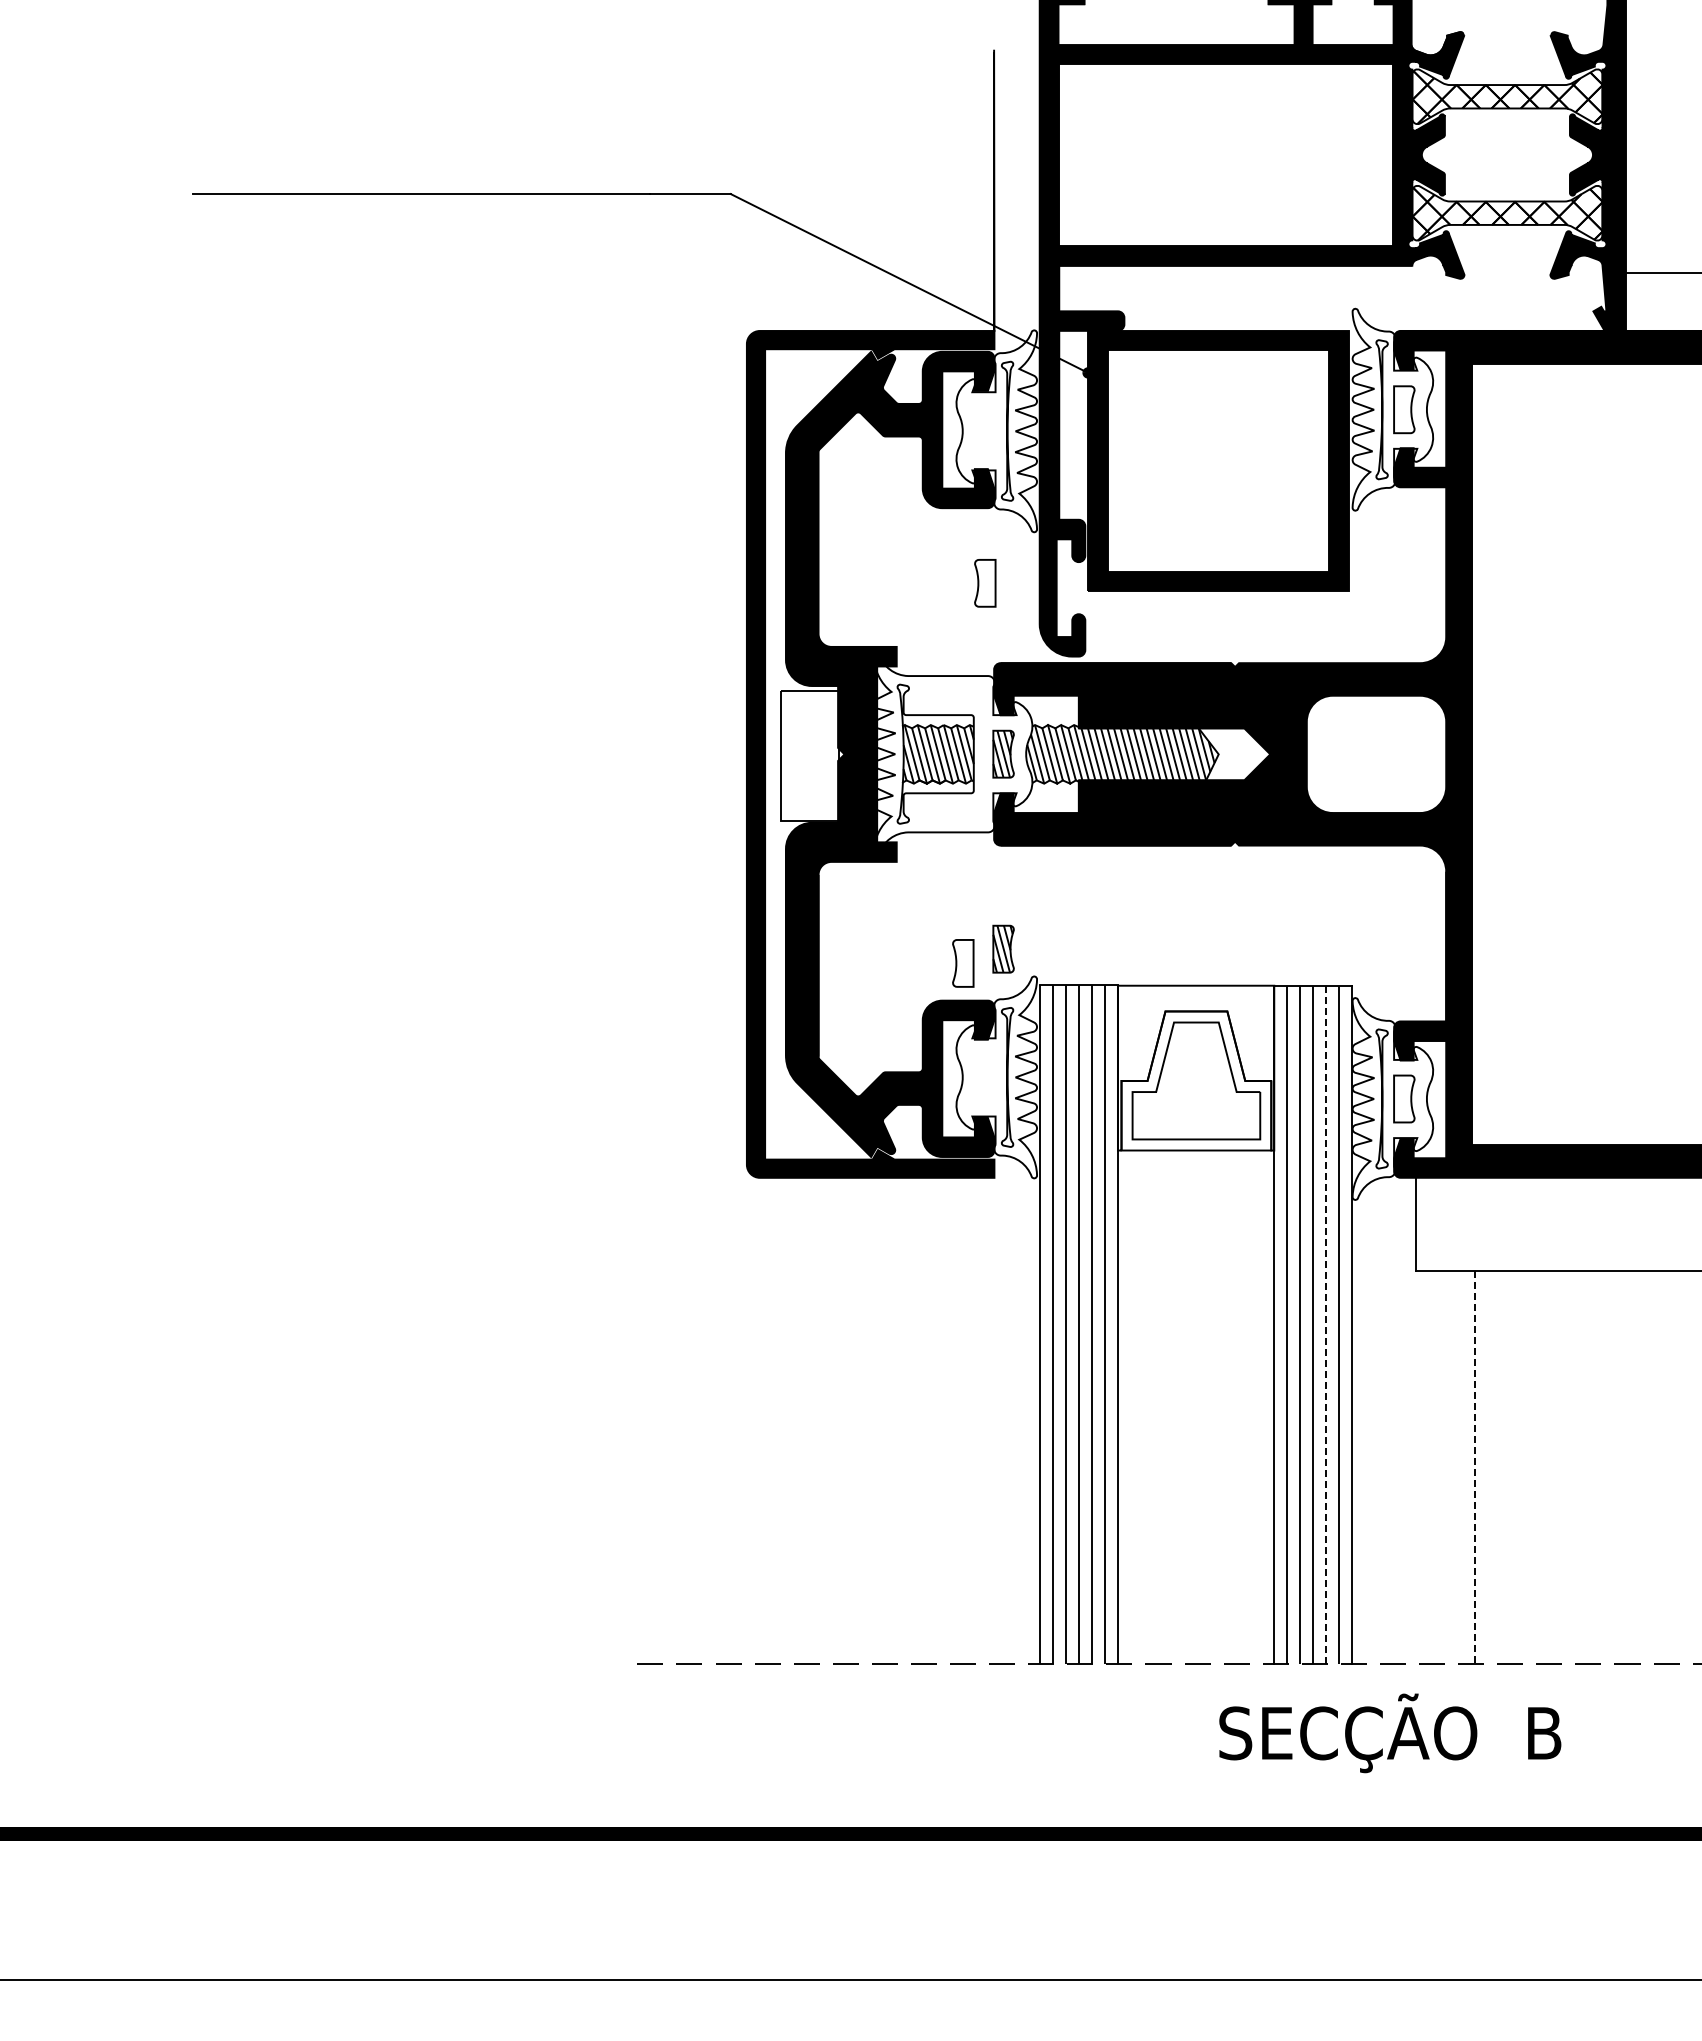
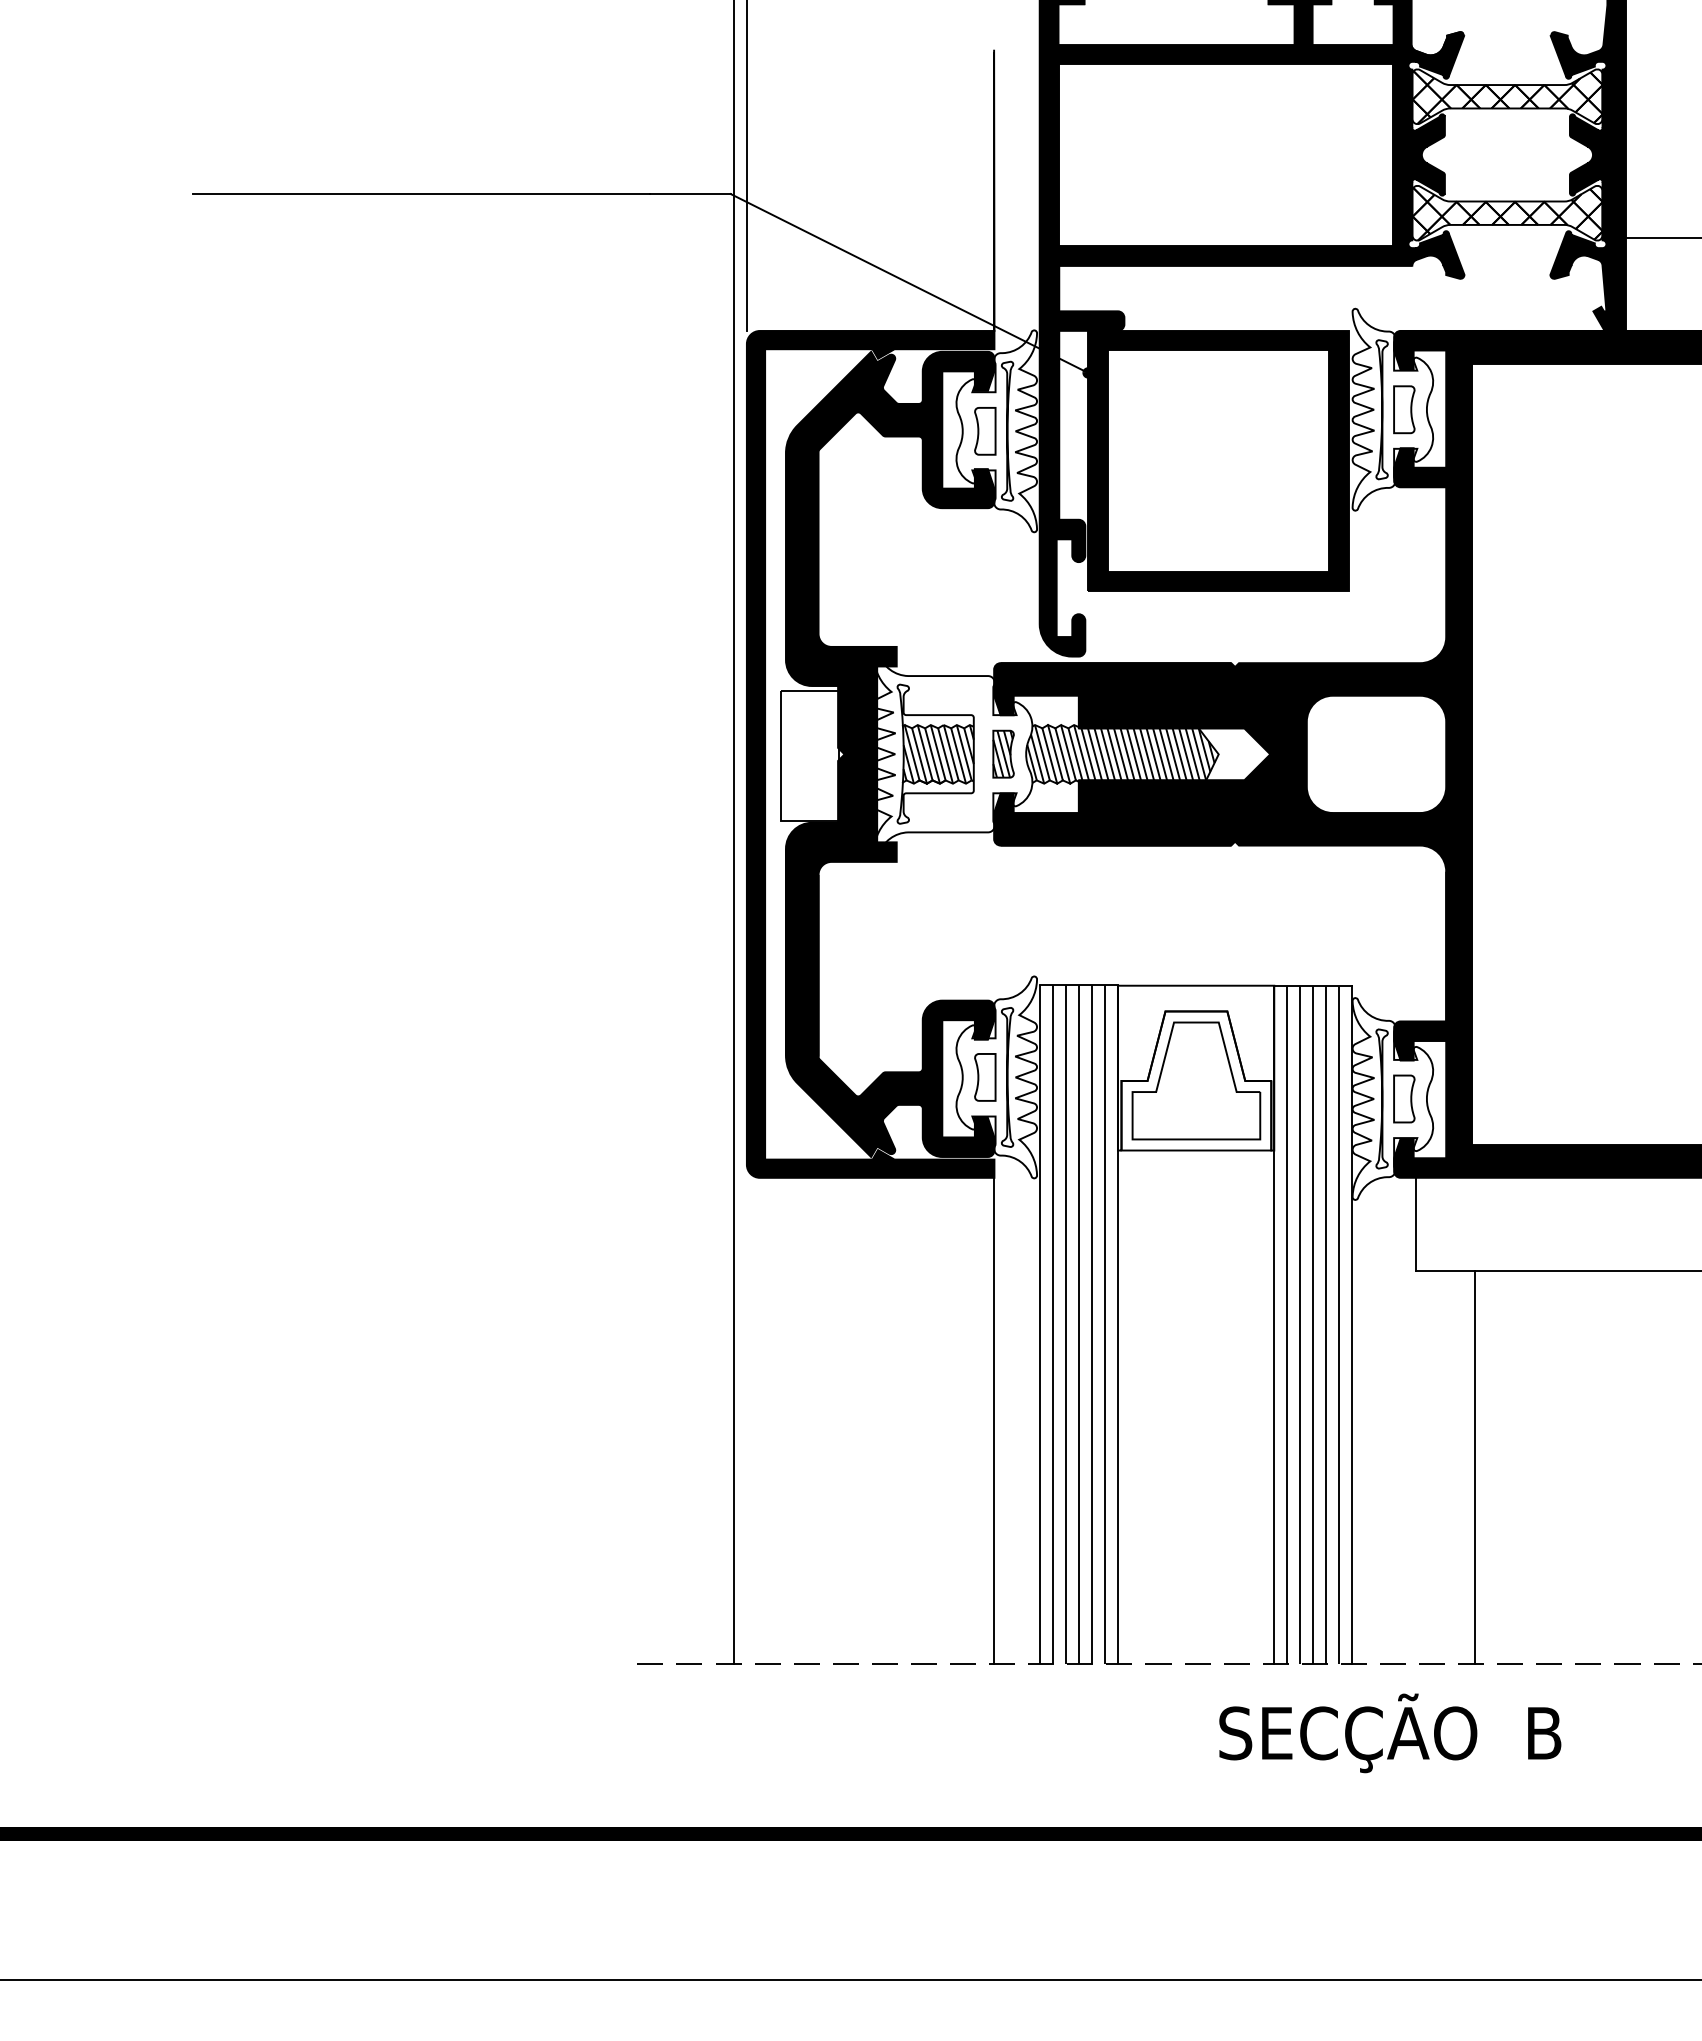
line at (747, 166): none -> present
line at (1661, 273) position: (1661, 273) -> (1661, 238)
part at (985, 583) position: (985, 583) -> (985, 431)
line at (733, 833): none -> present
part at (1003, 948): present -> none
part at (963, 963) position: (963, 963) -> (985, 1077)
line at (1326, 1325): dashed -> solid
line at (994, 1420): none -> present
line at (1474, 1467): dashed -> solid
